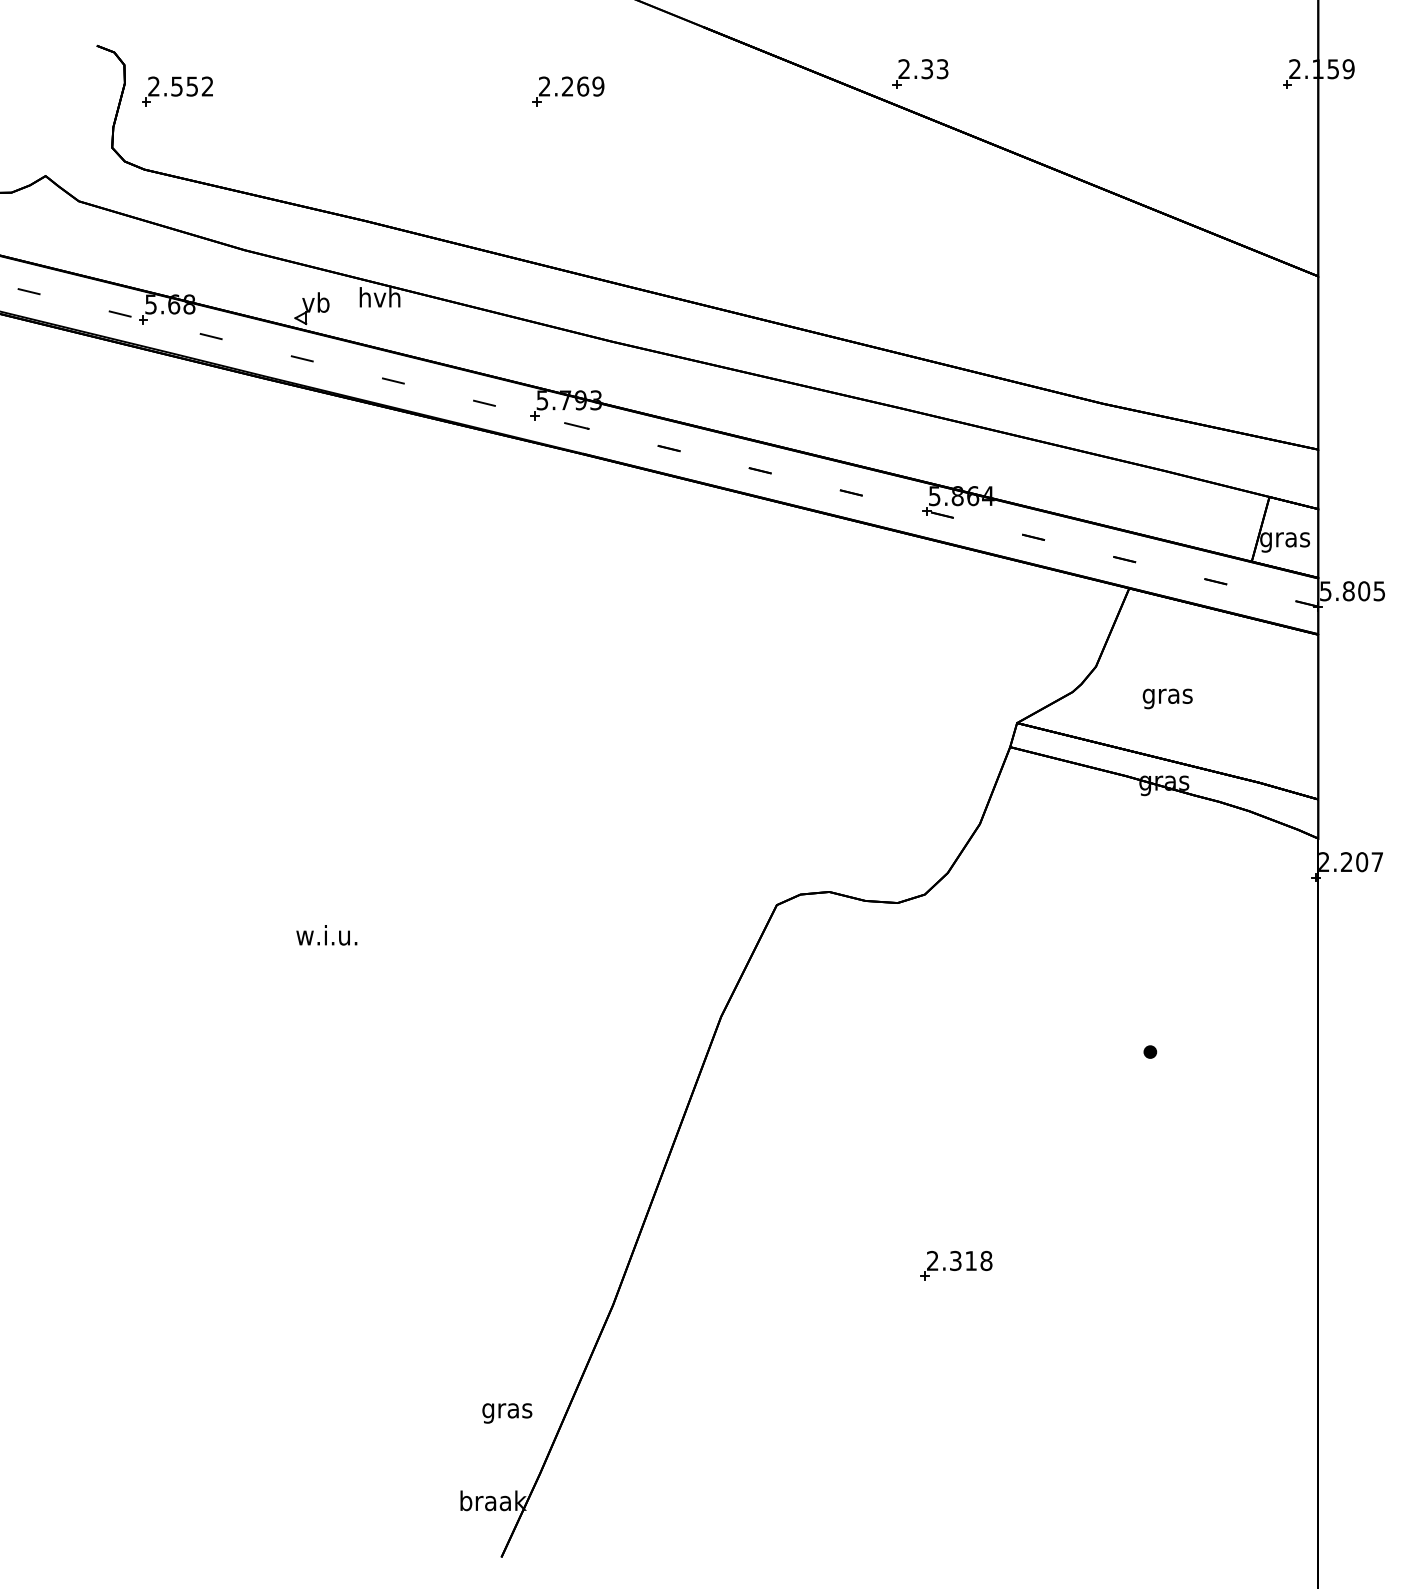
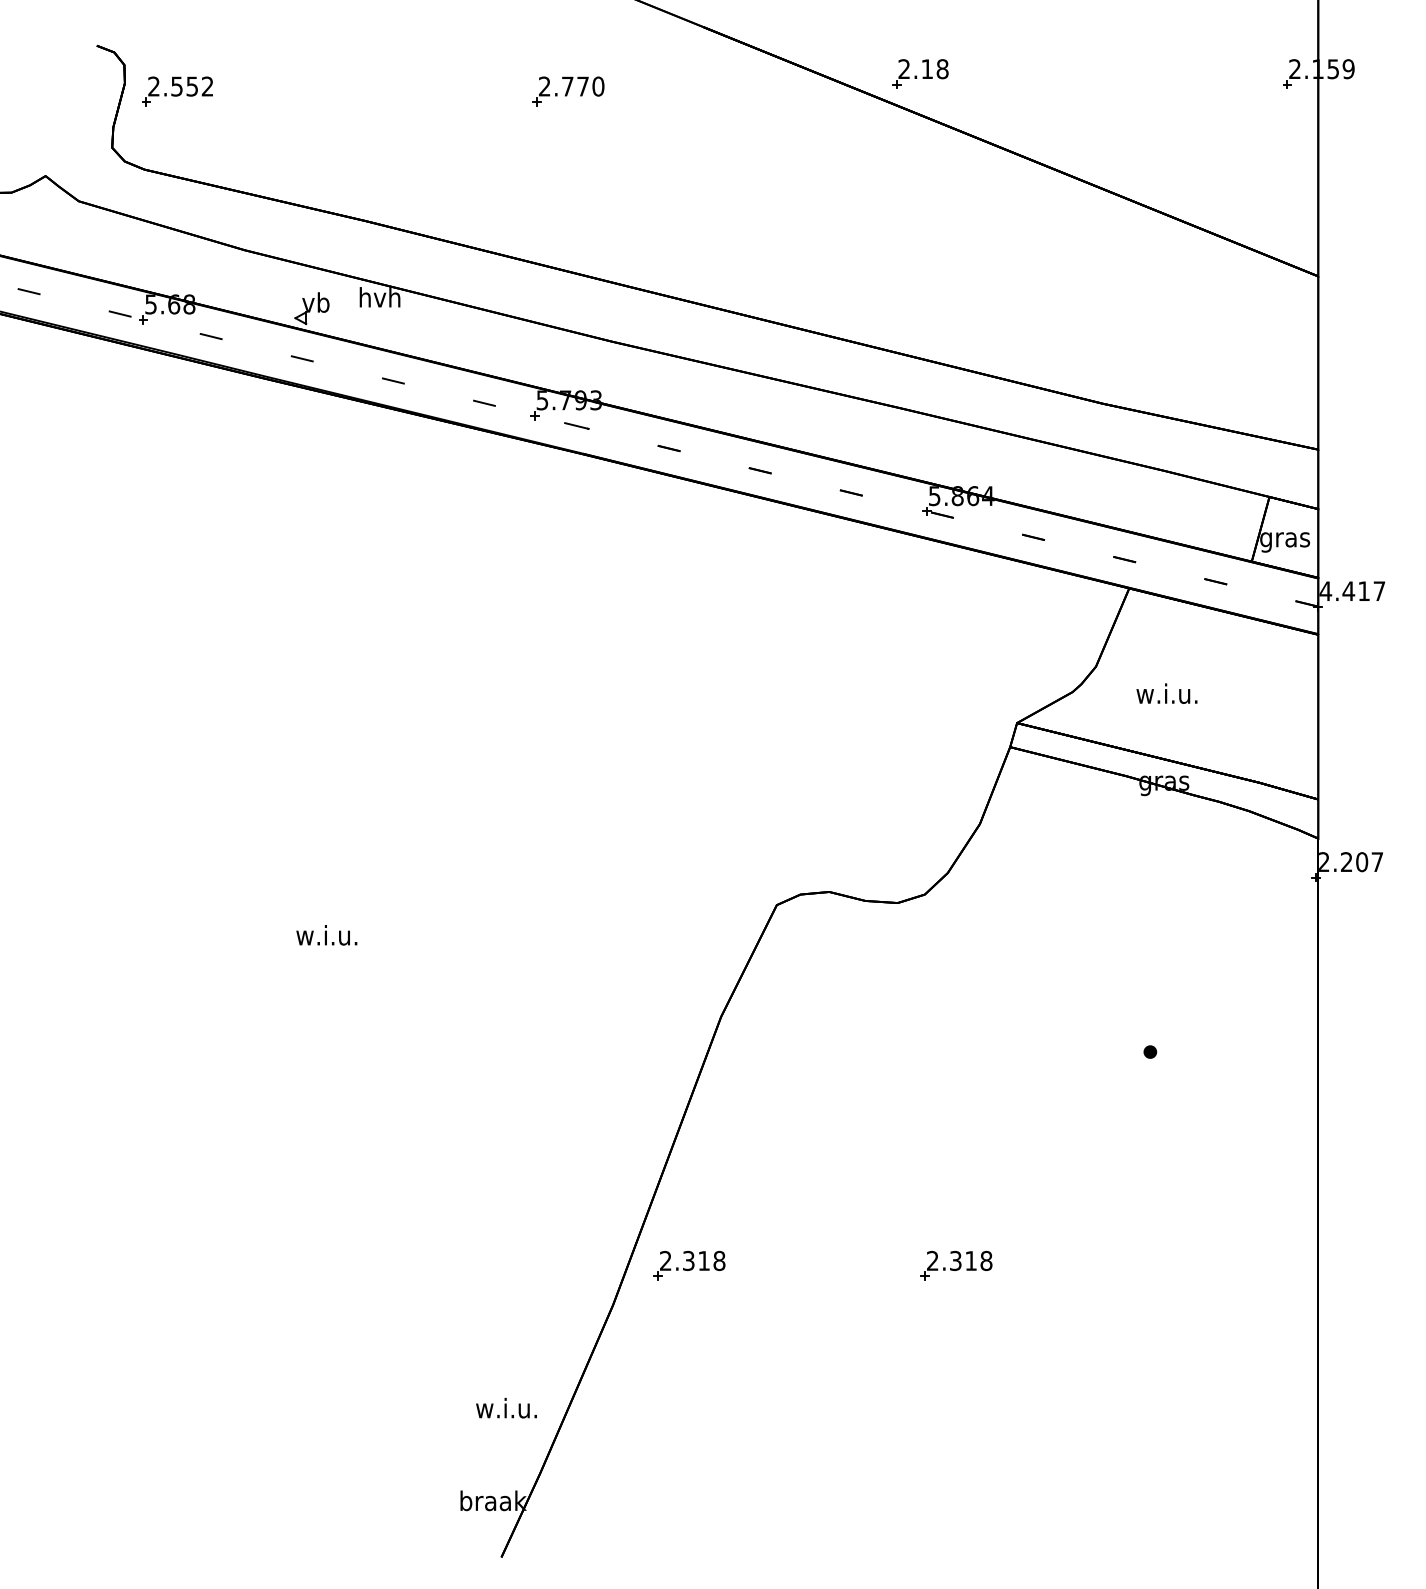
text at (934, 69): 2.33 -> 2.18
text at (583, 86): 2.269 -> 2.770
text at (1352, 591): 5.805 -> 4.417
text at (1166, 696): gras -> w.i.u.
part at (689, 1265): none -> present
text at (506, 1410): gras -> w.i.u.
